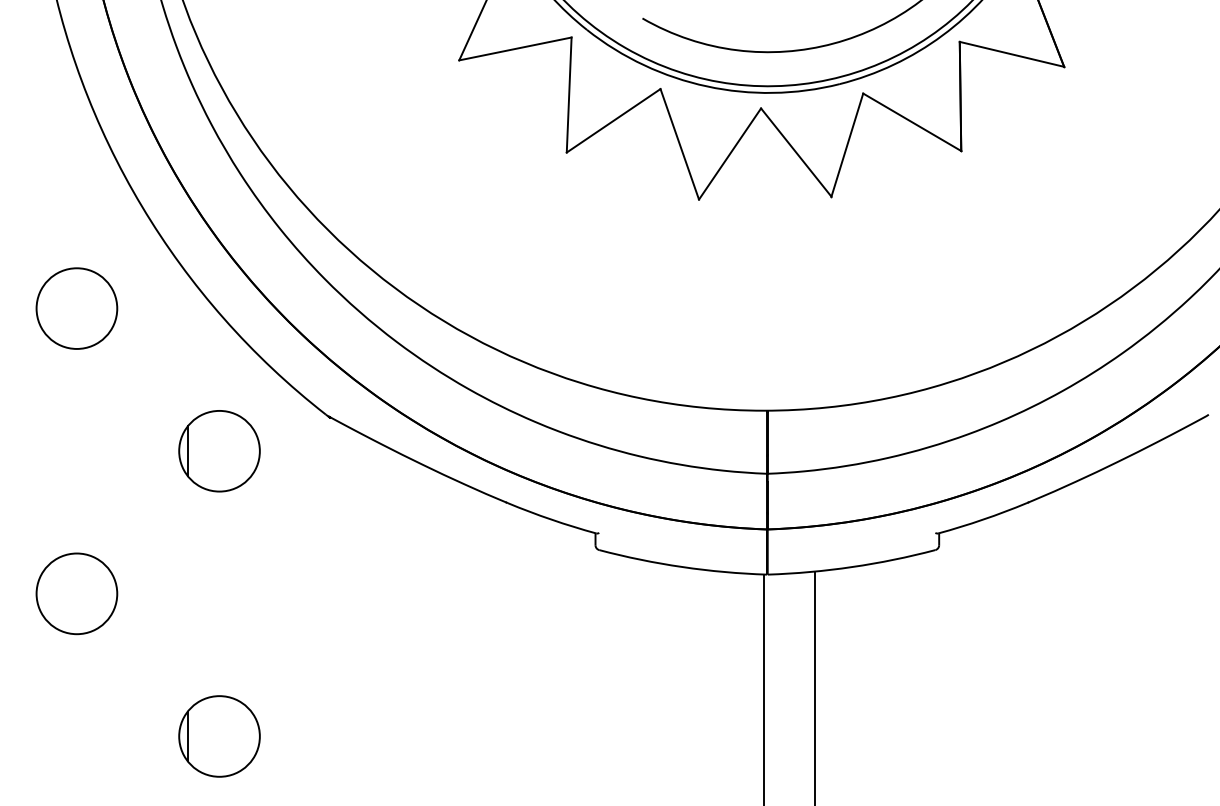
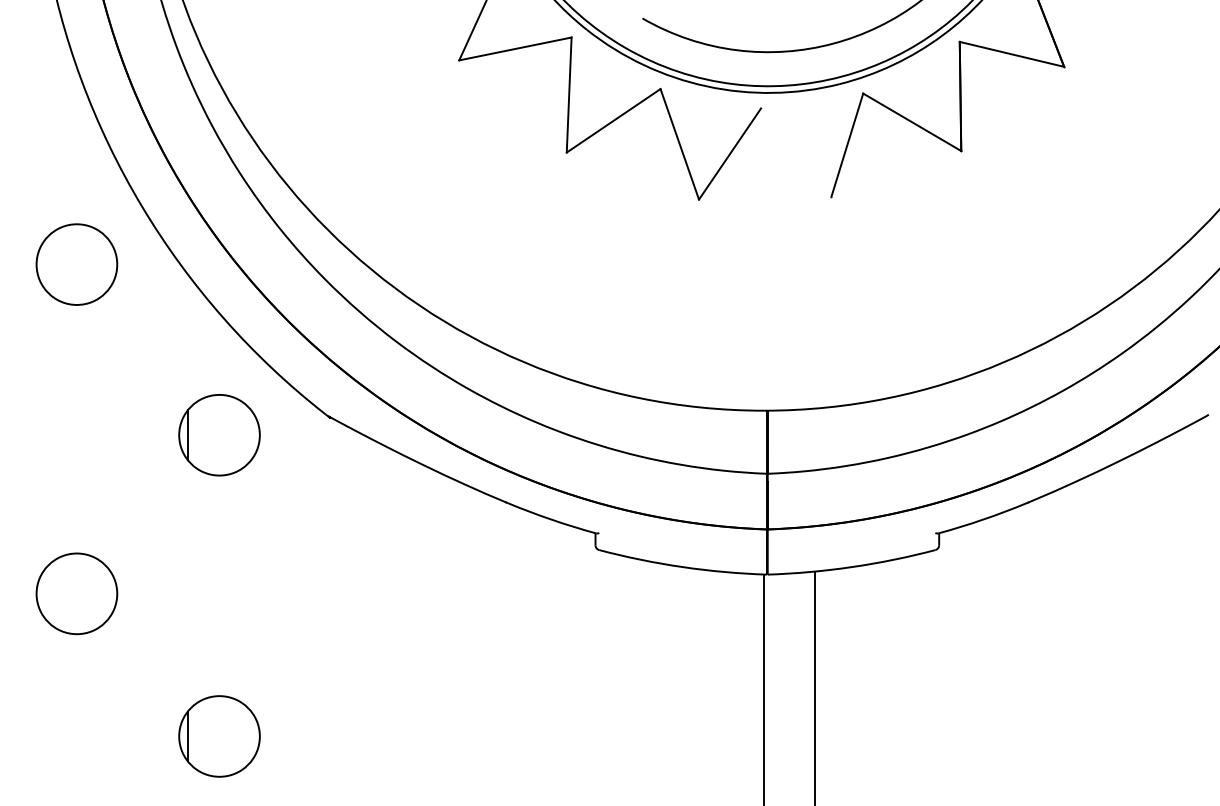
line at (796, 152): present -> none
circle at (76, 308) position: (76, 308) -> (76, 264)
part at (219, 451) position: (219, 451) -> (219, 435)
